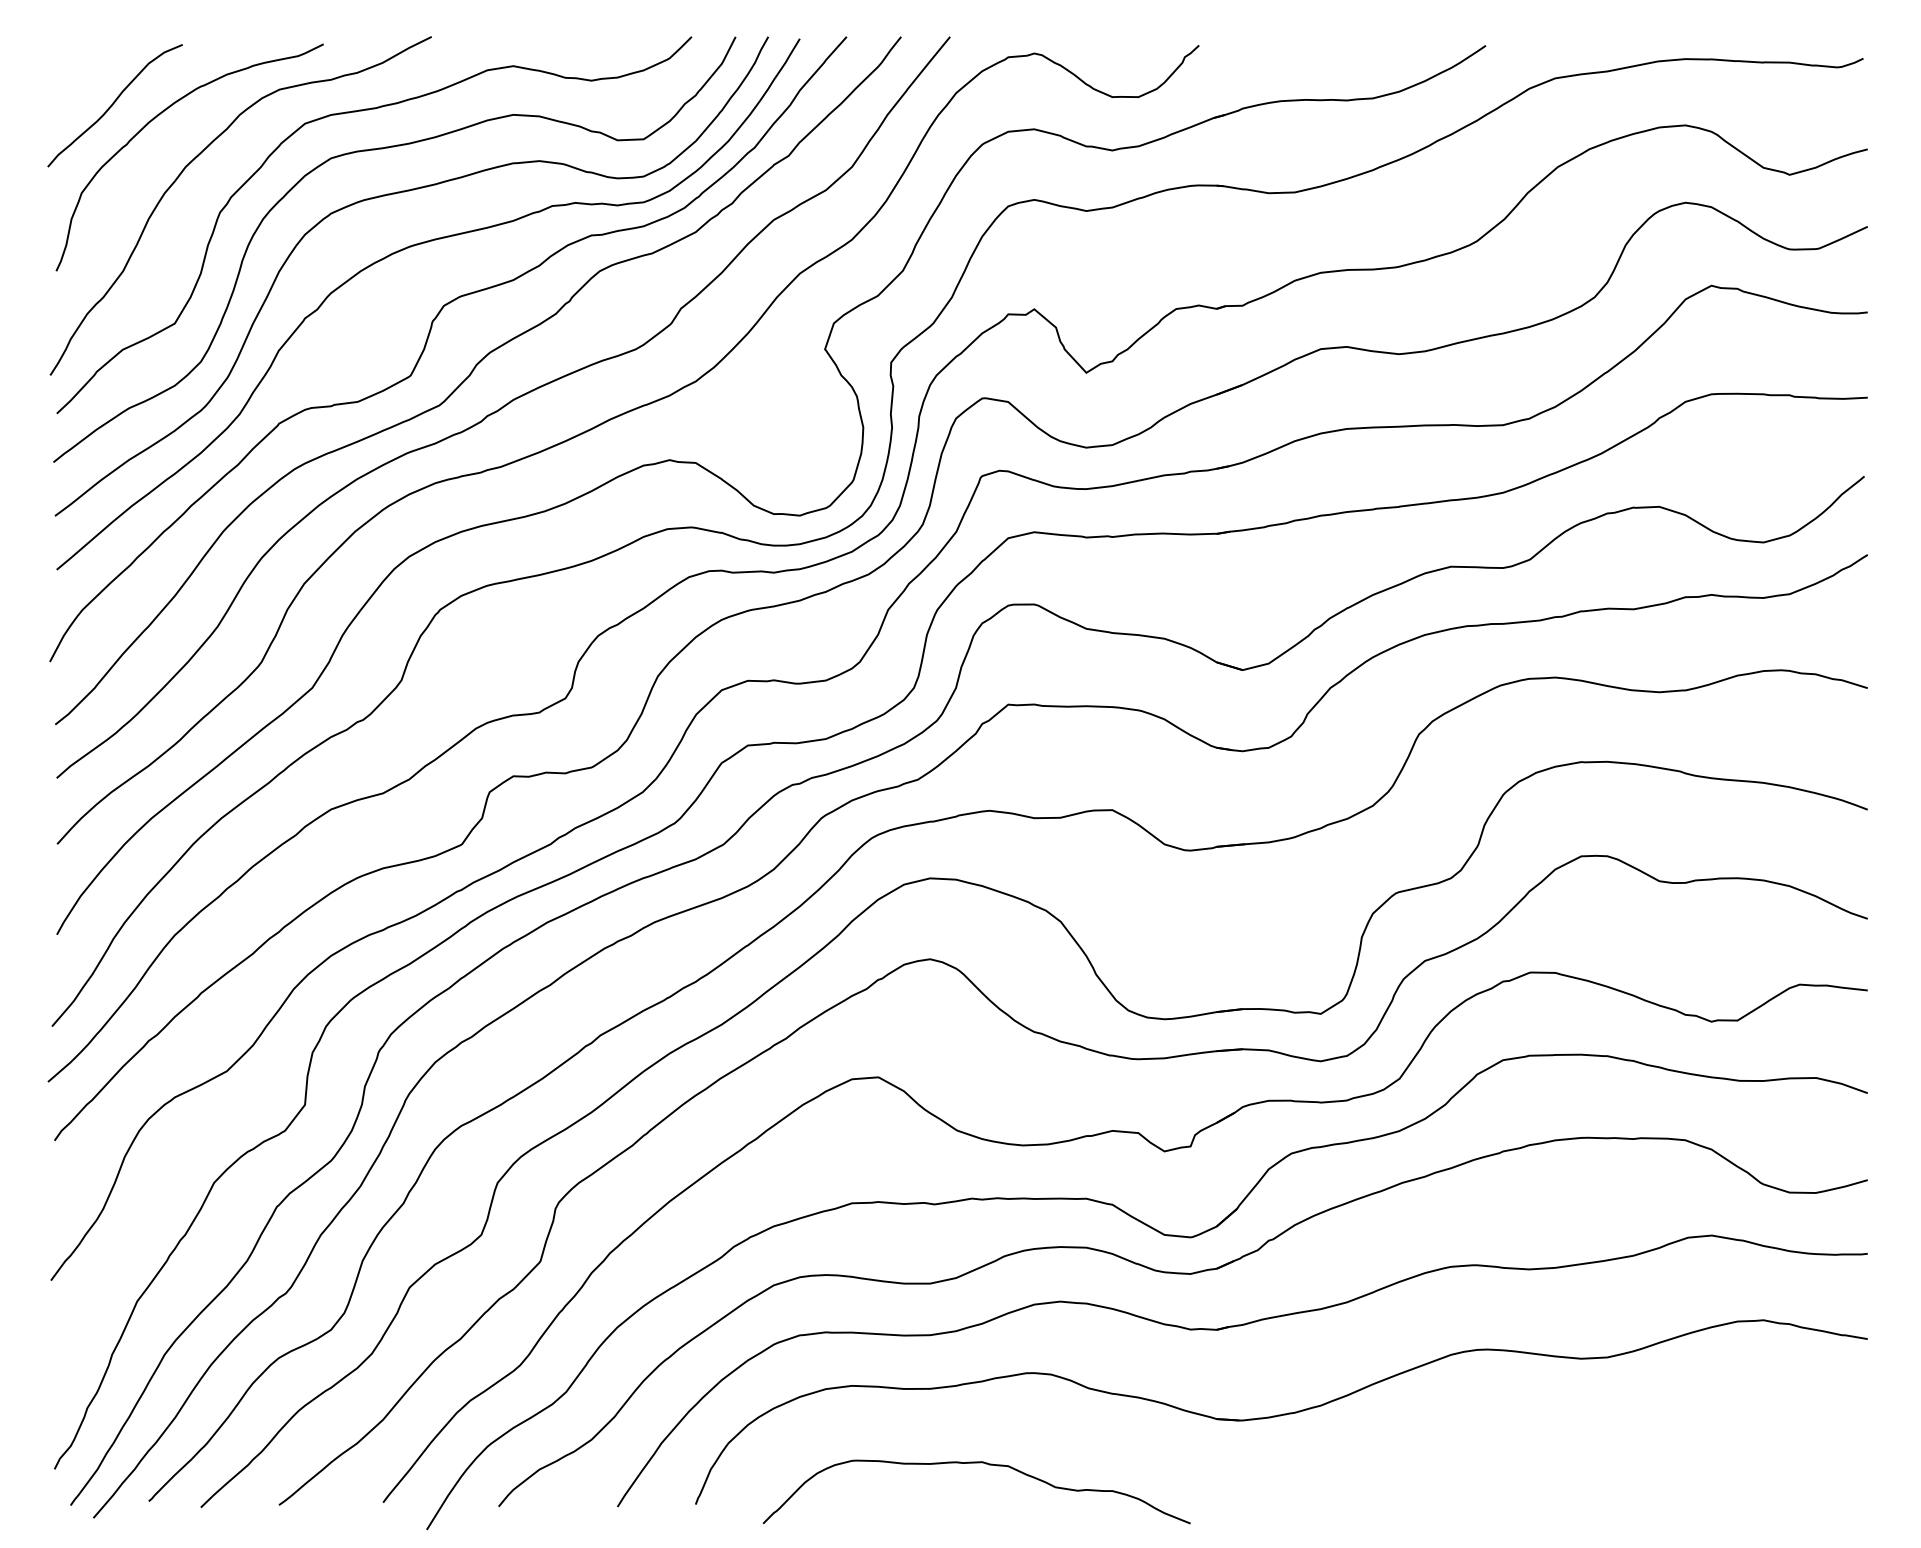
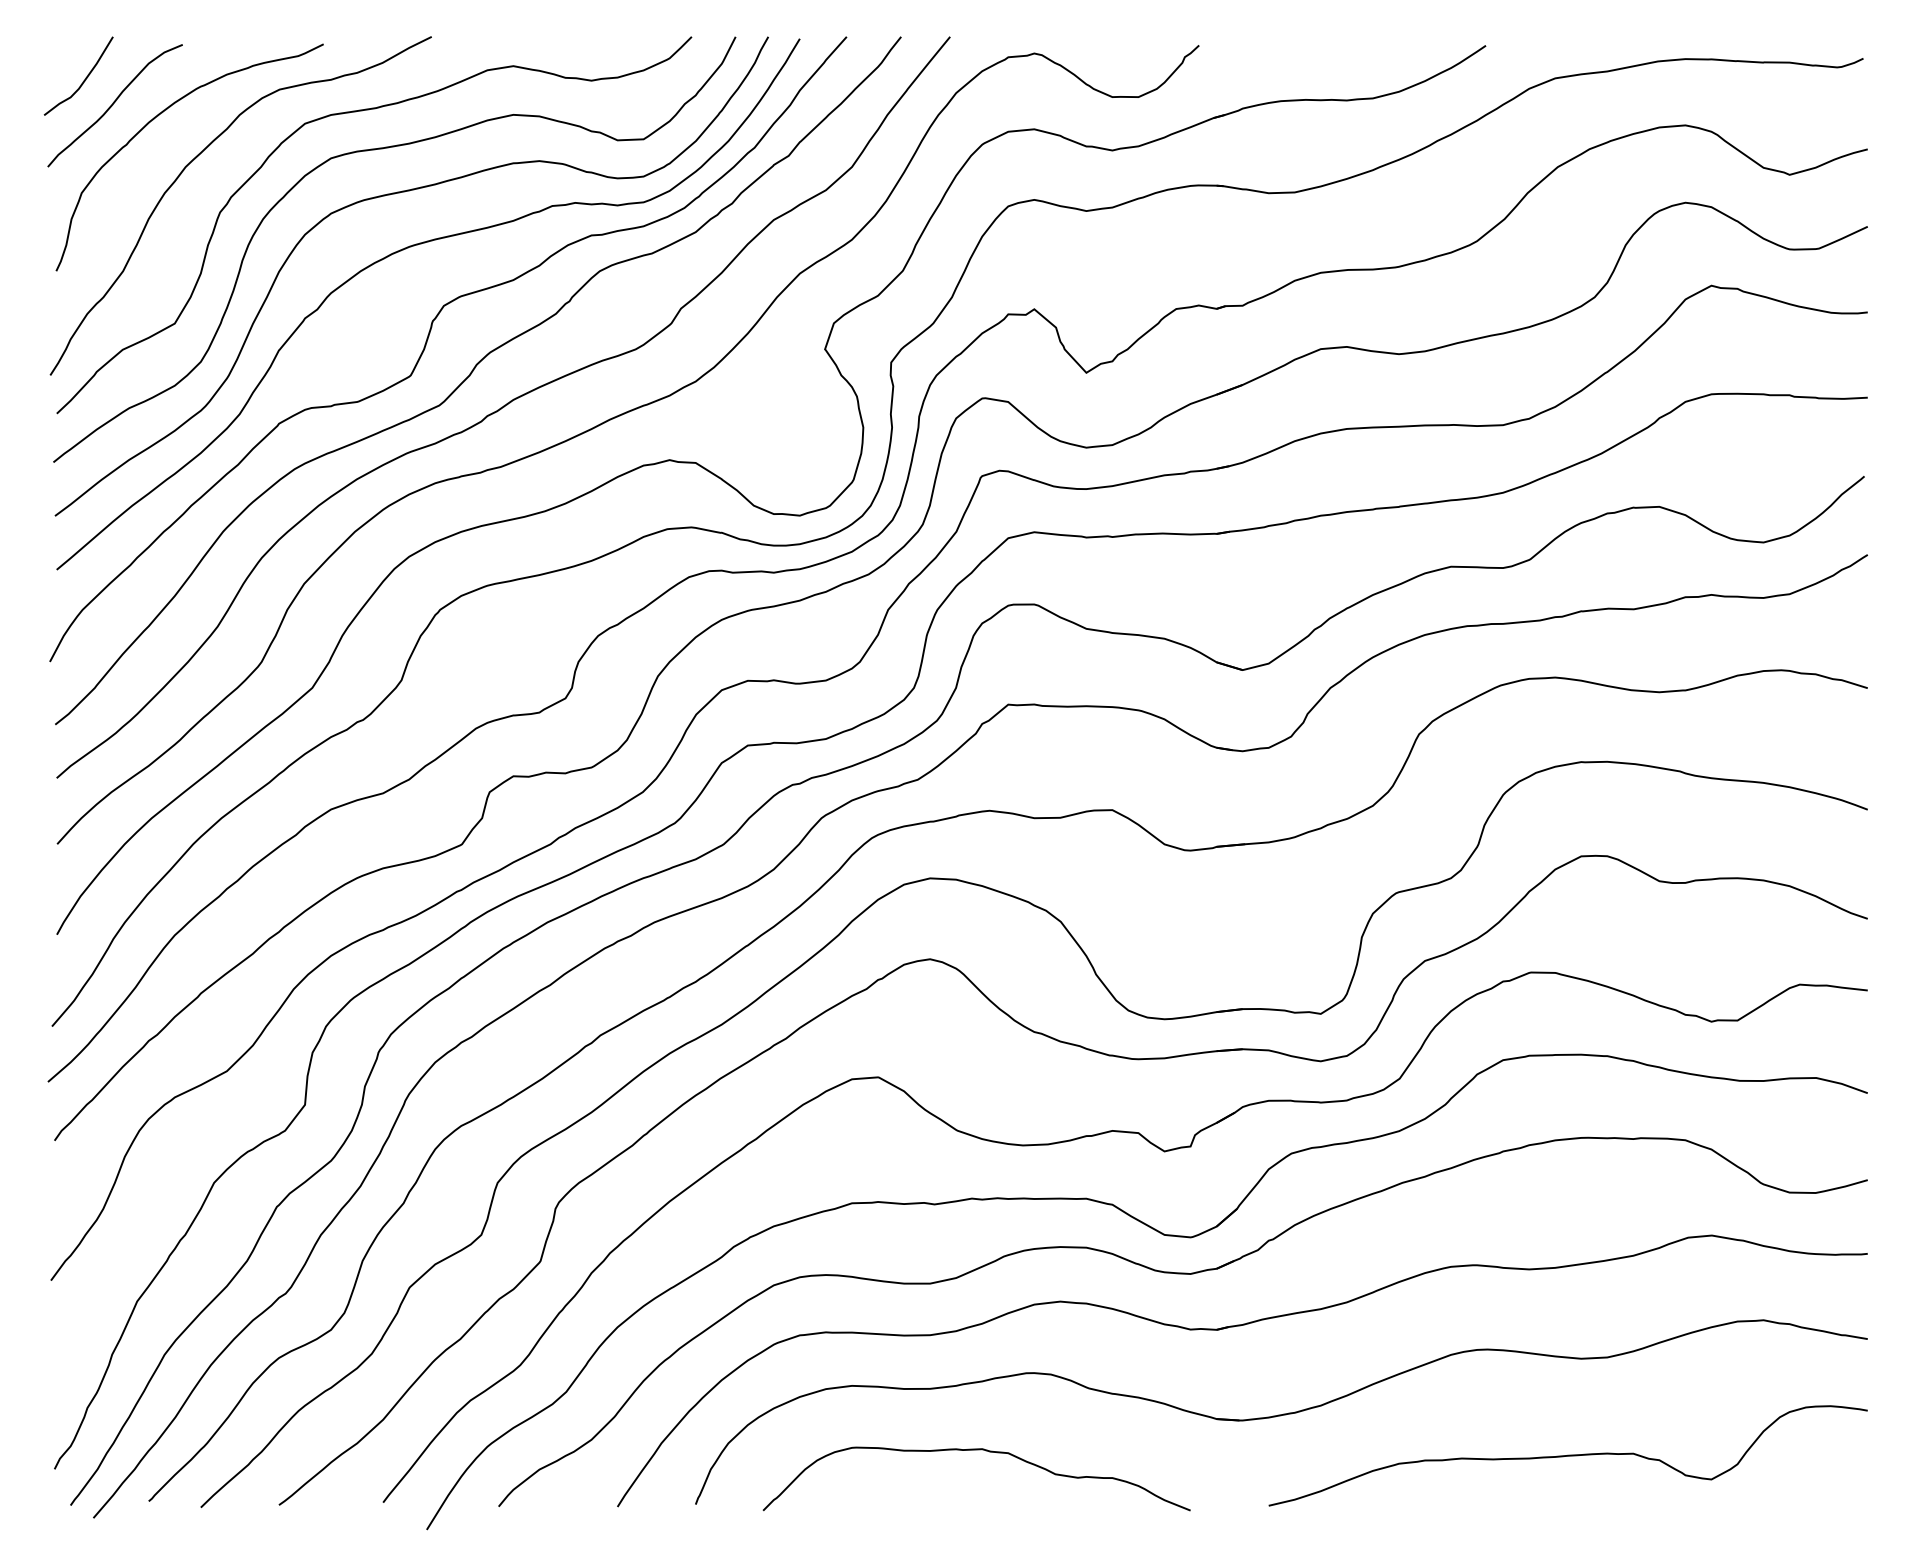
curve at (83, 80): none -> present
curve at (1567, 1455): none -> present
curve at (976, 1463) position: (976, 1463) -> (976, 1450)
